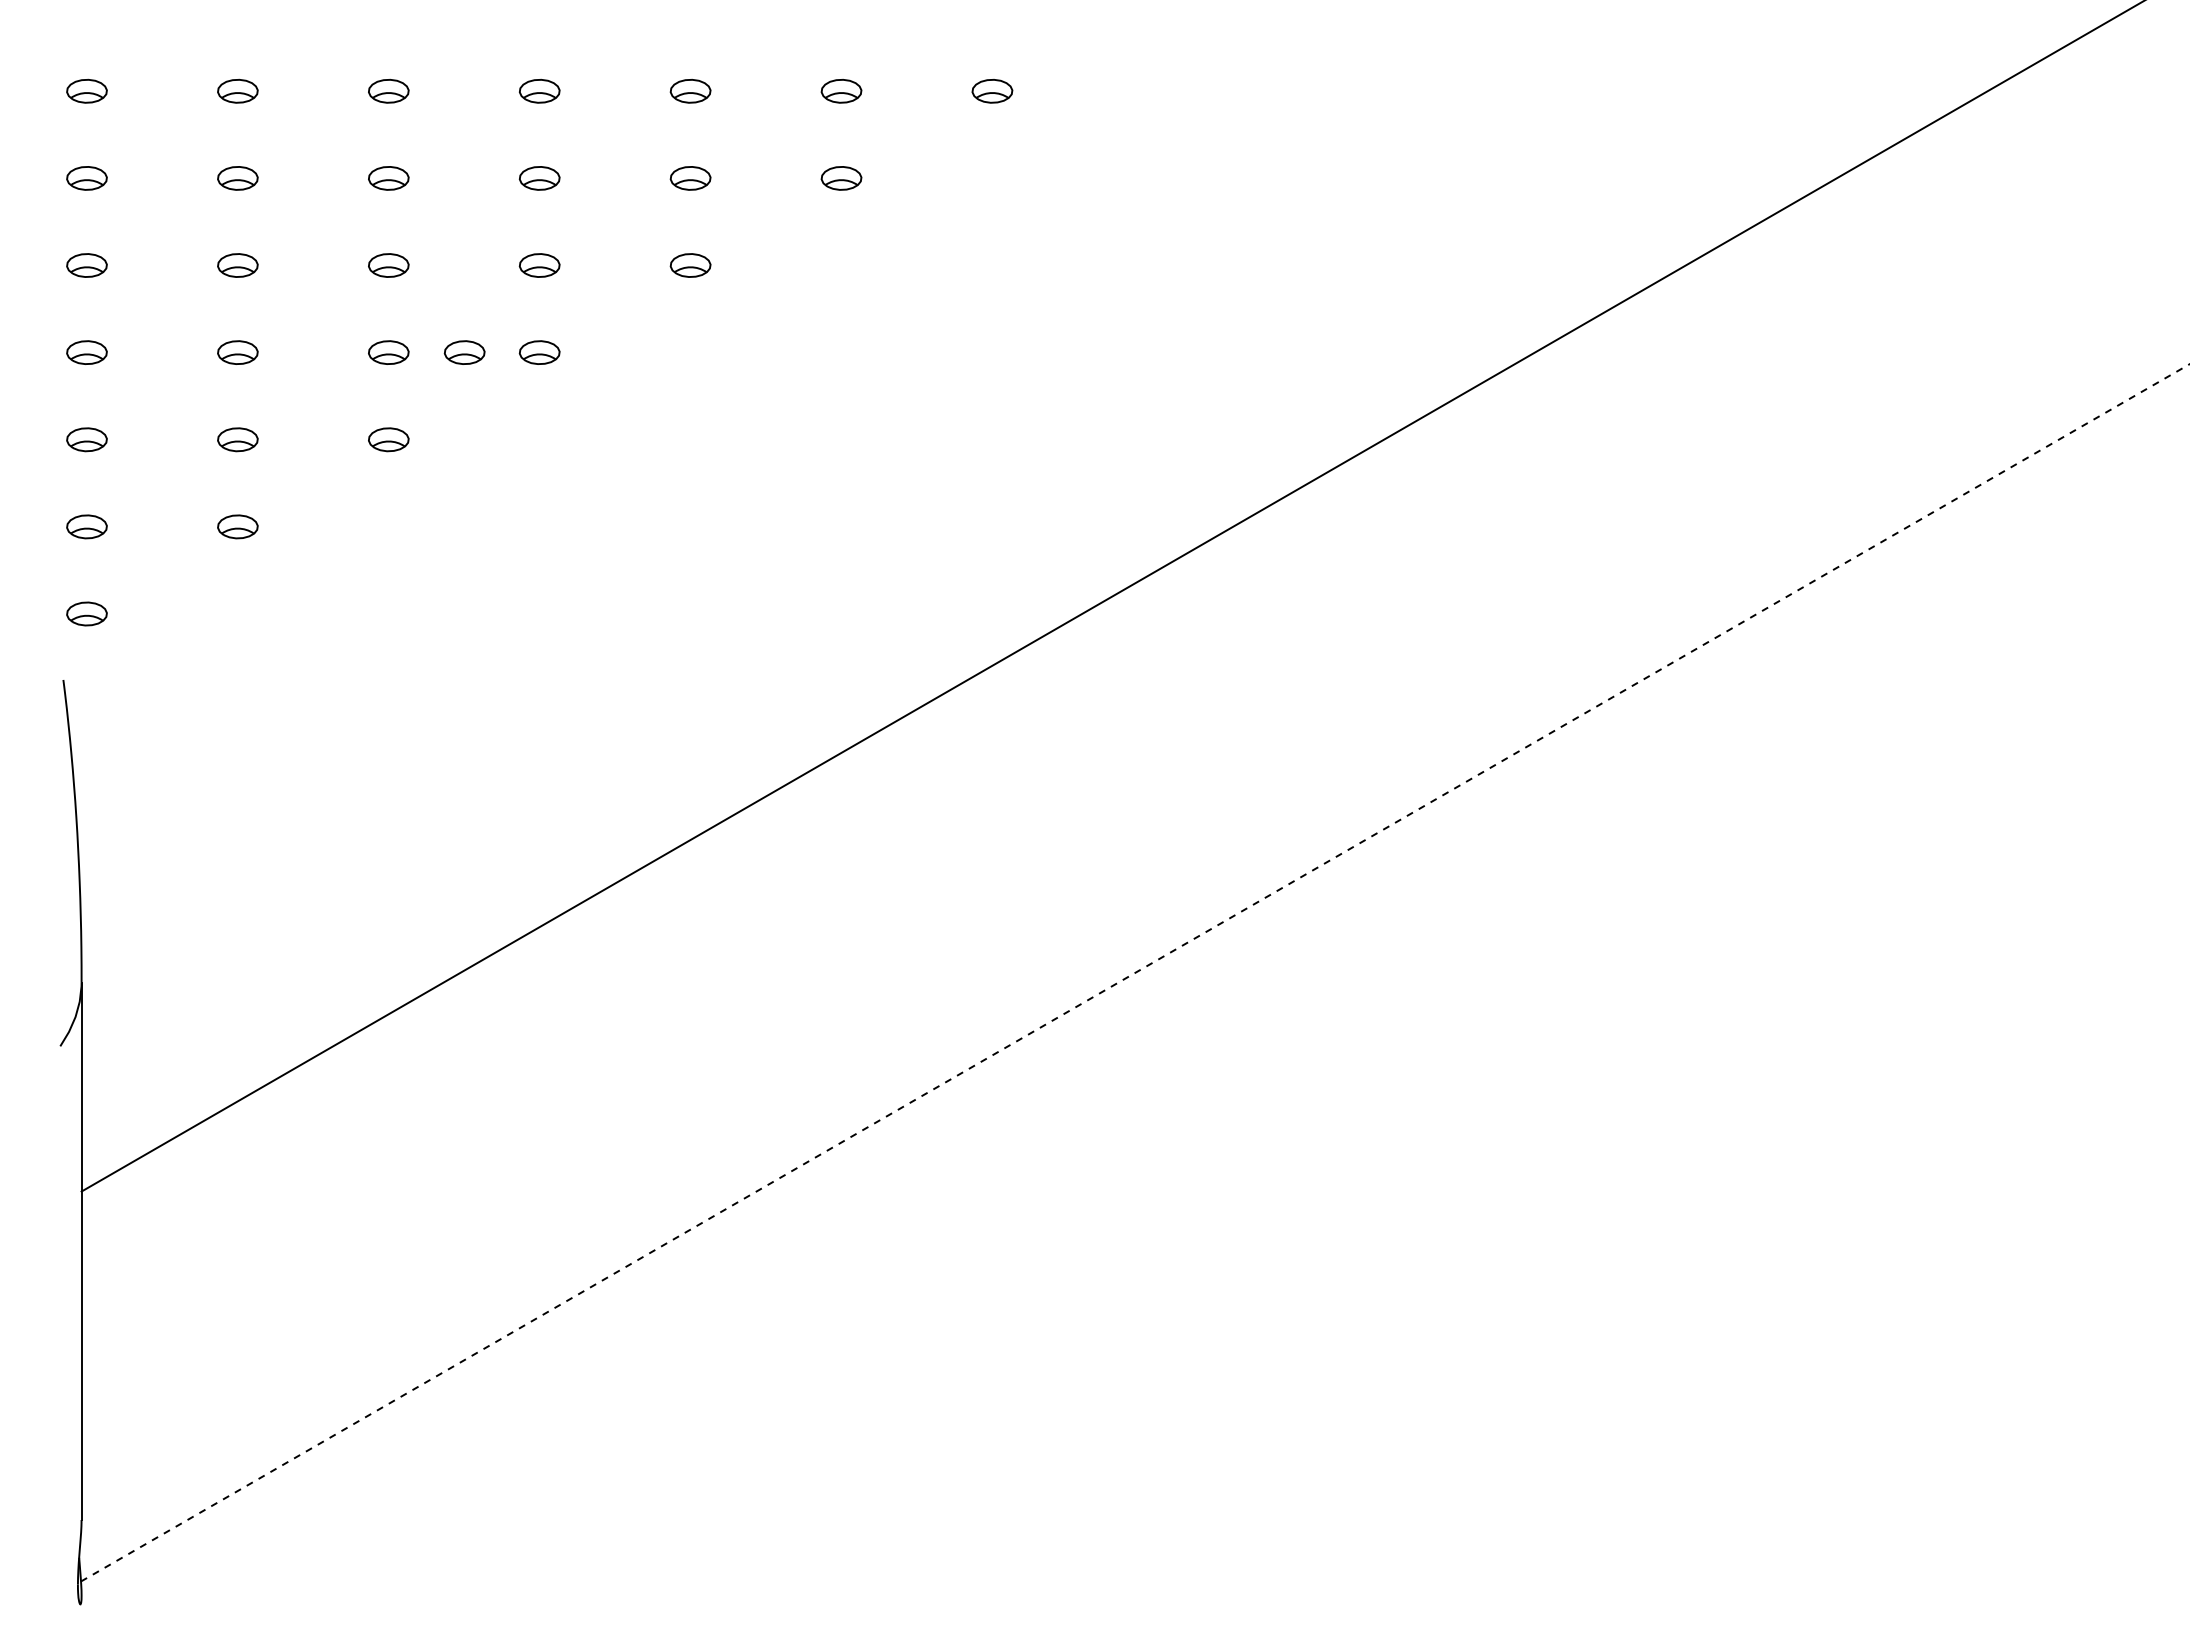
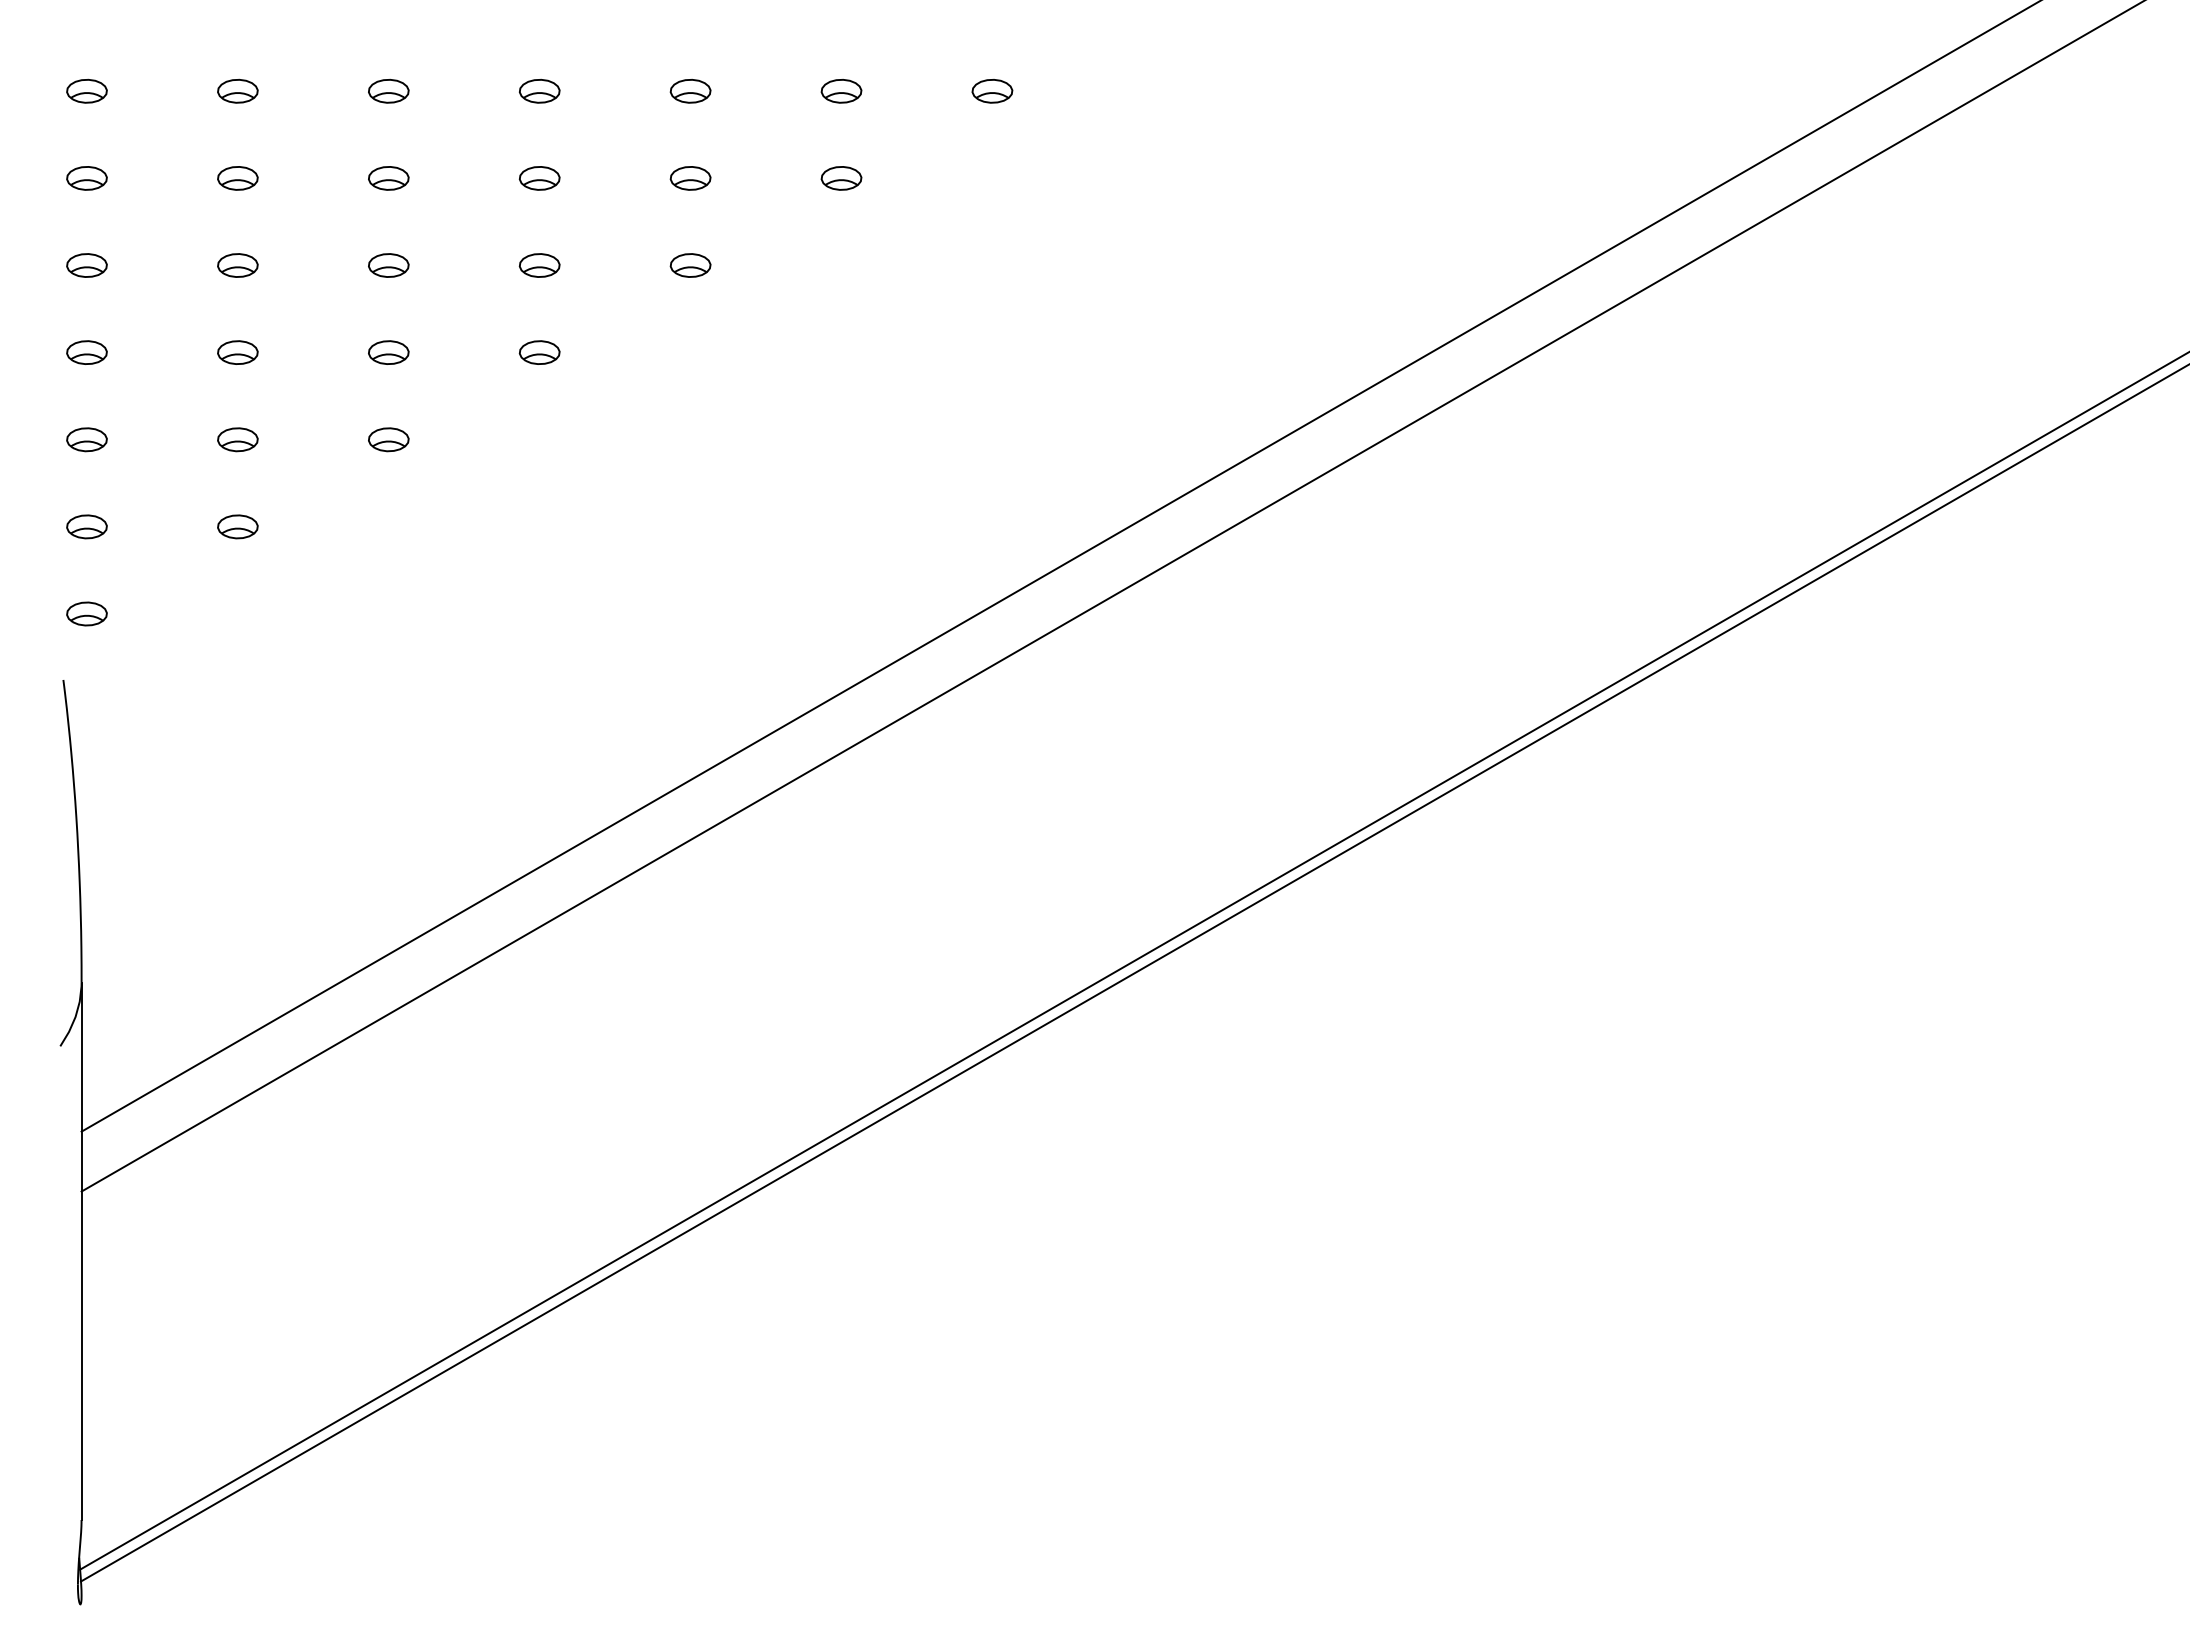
part at (464, 352): present -> none
line at (1059, 566): none -> present
line at (1133, 961): none -> present
line at (1135, 972): dashed -> solid
